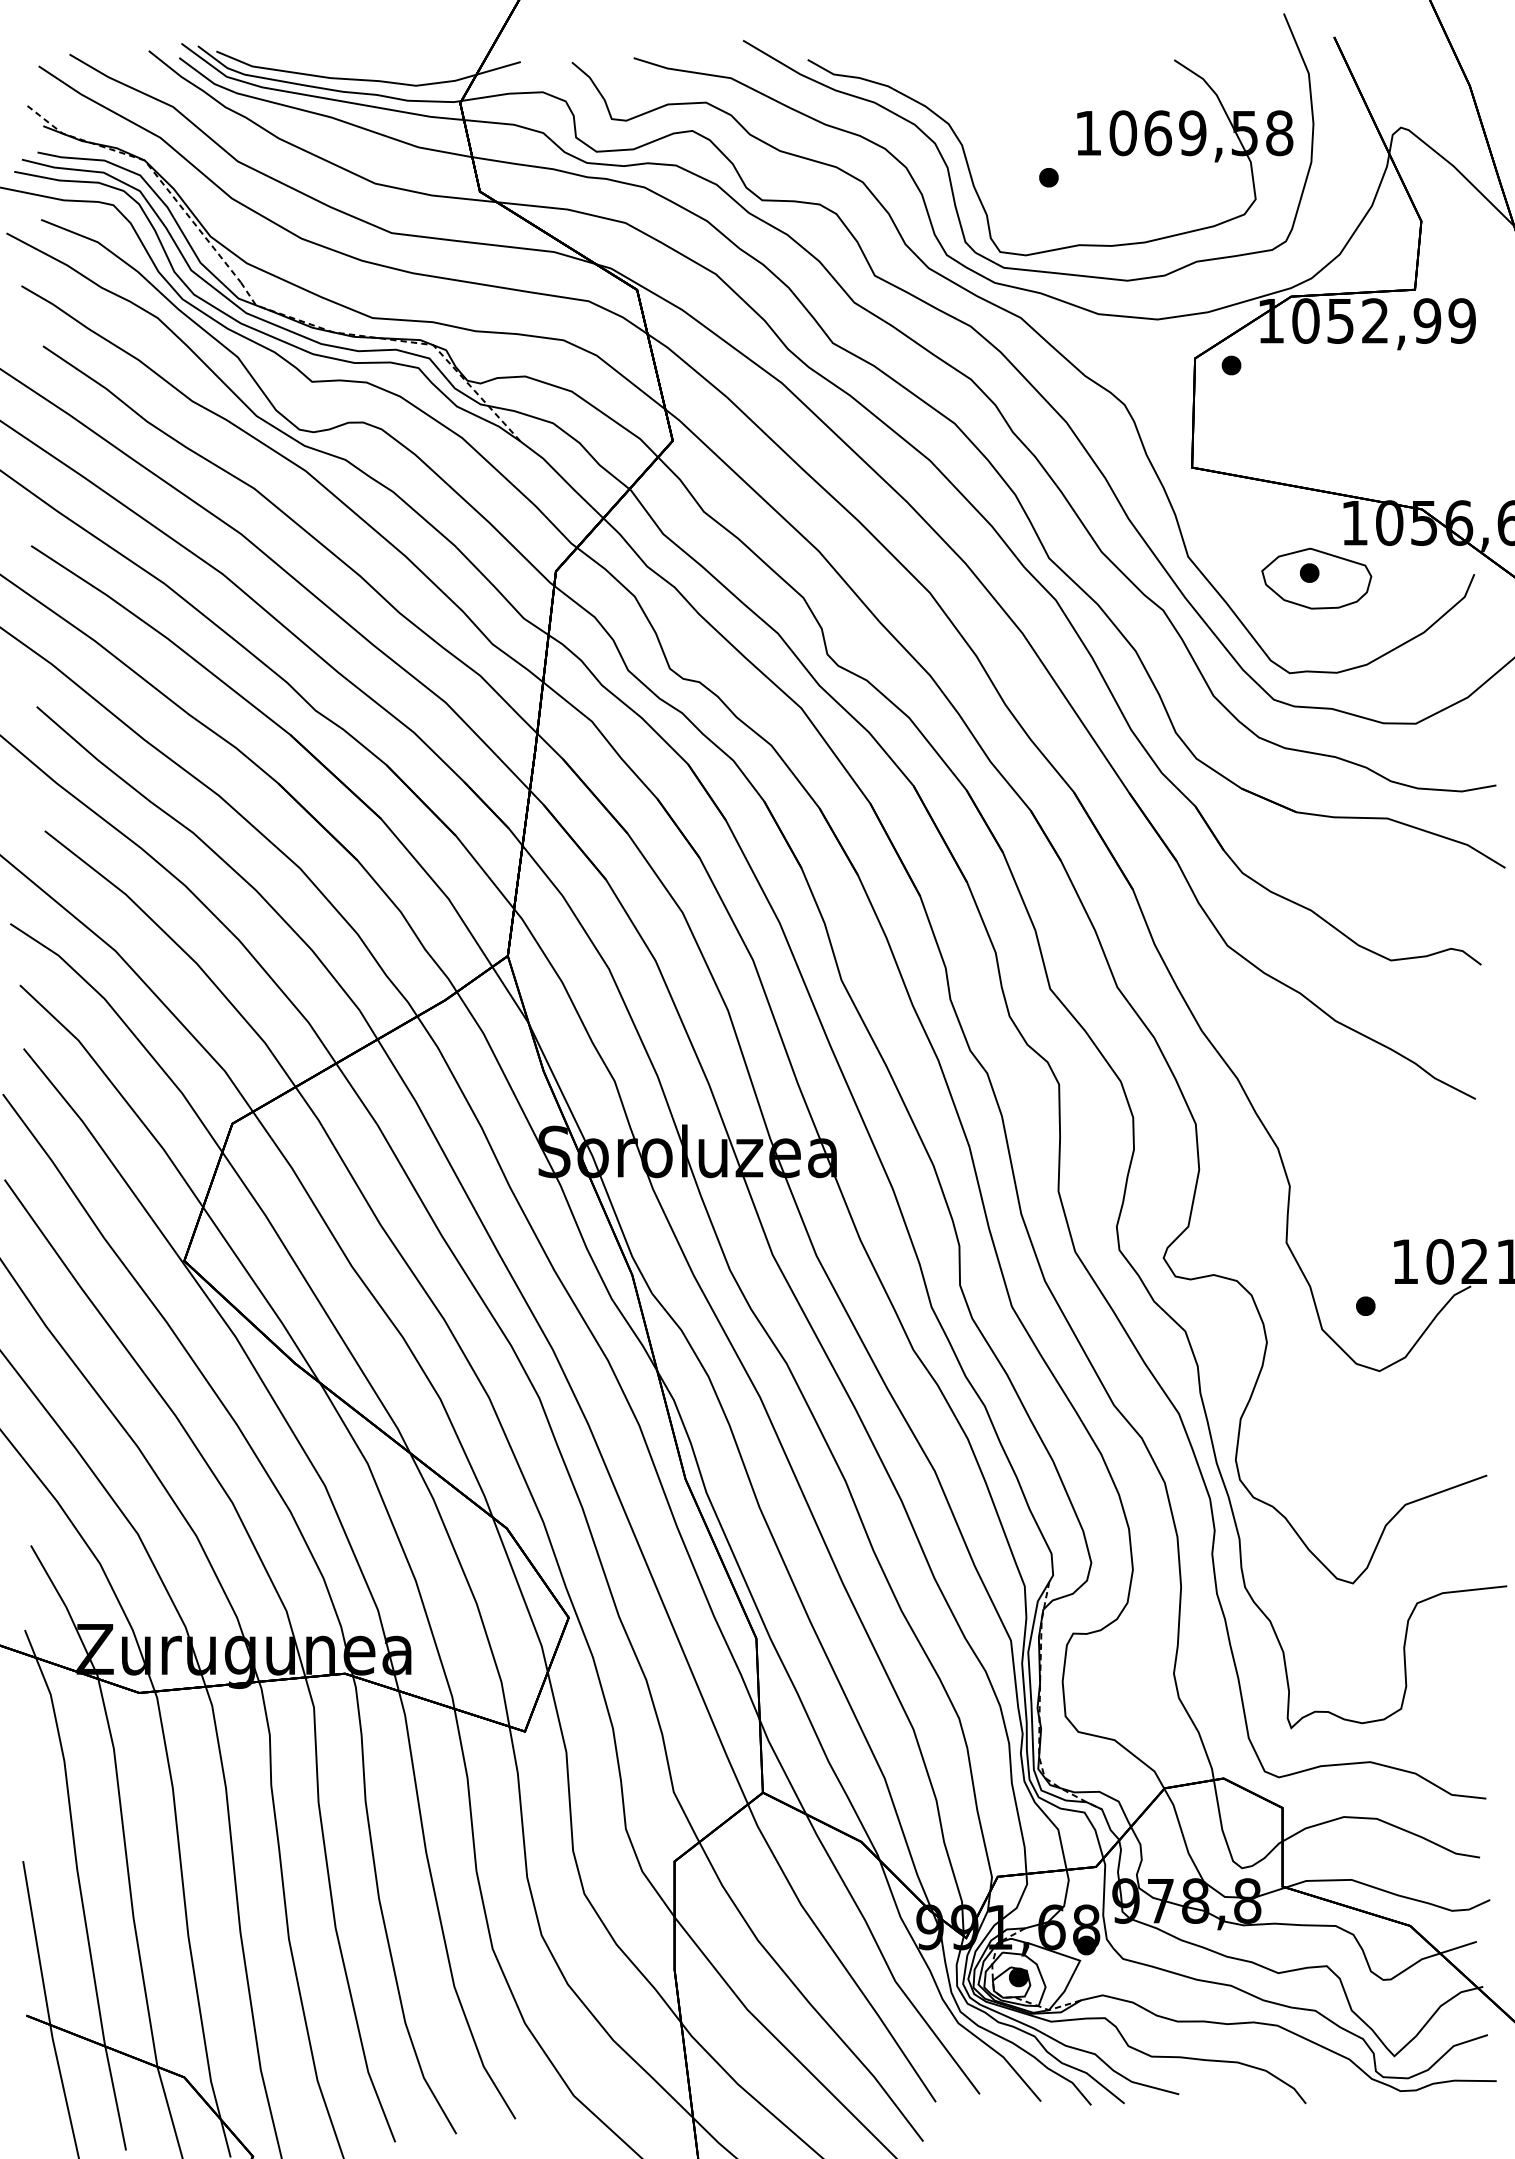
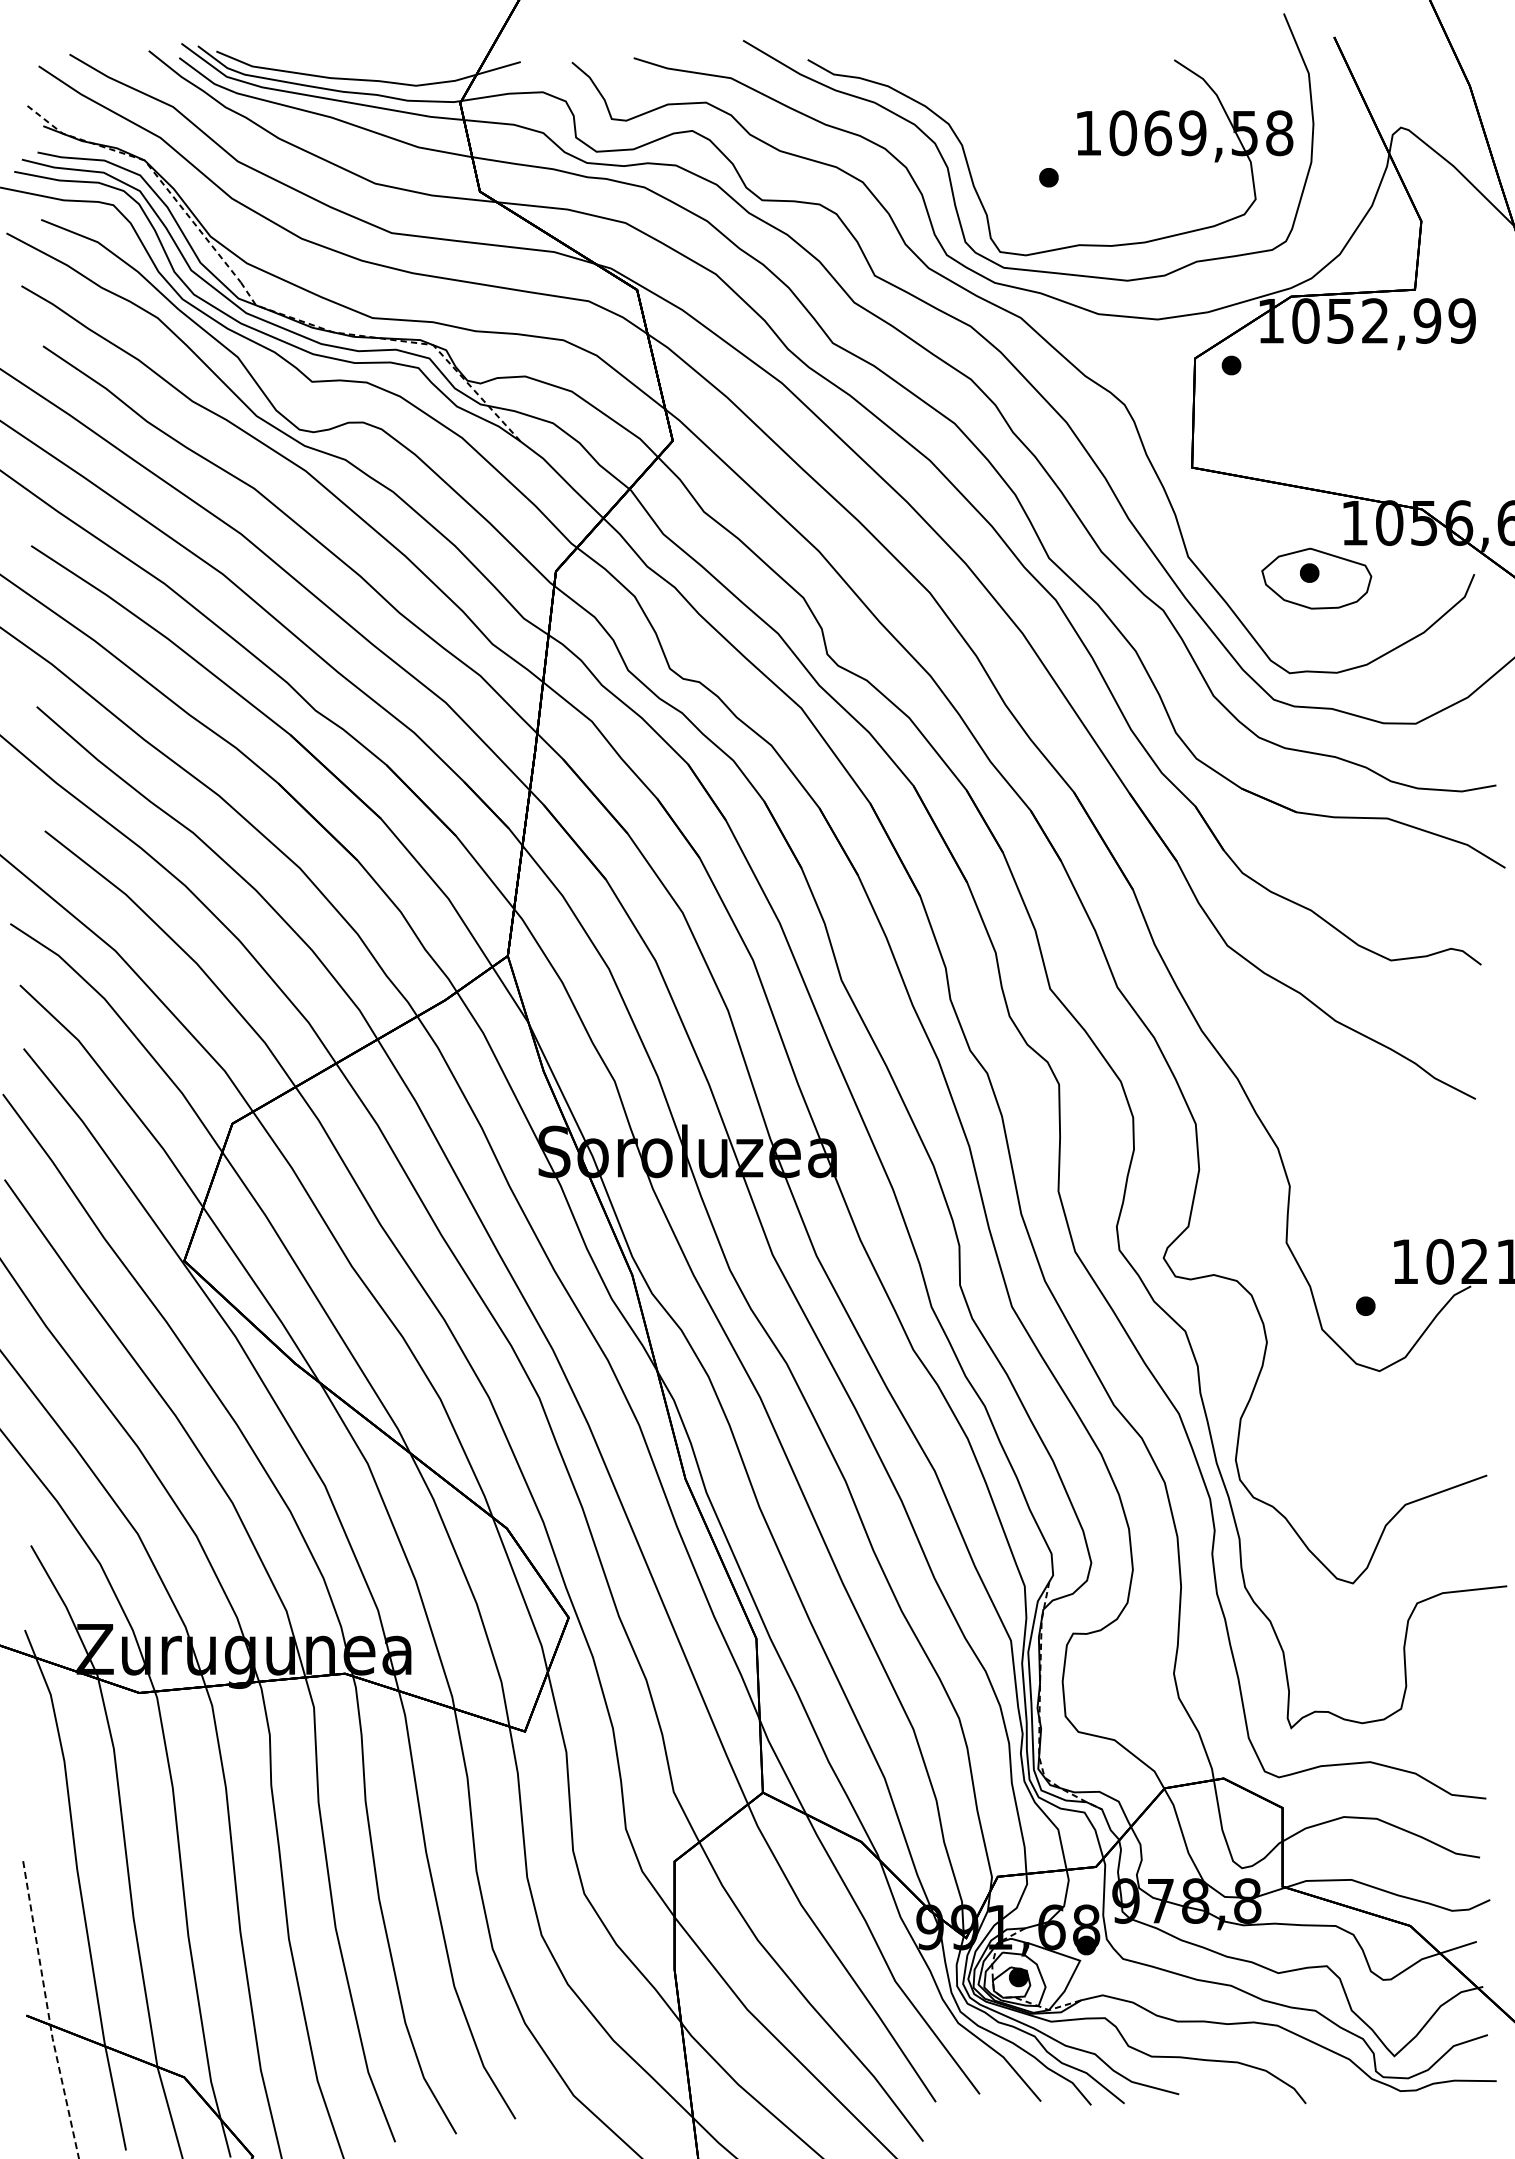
line at (48, 2010): solid -> dashed
